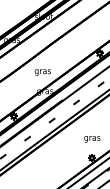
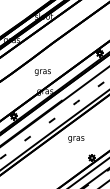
text at (92, 139) position: (92, 139) -> (76, 139)
